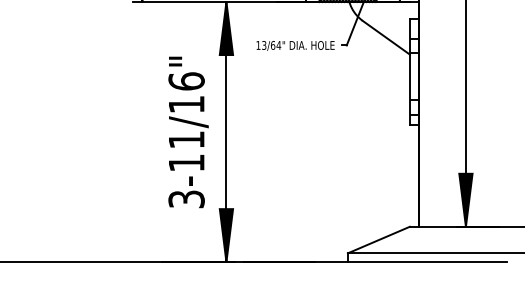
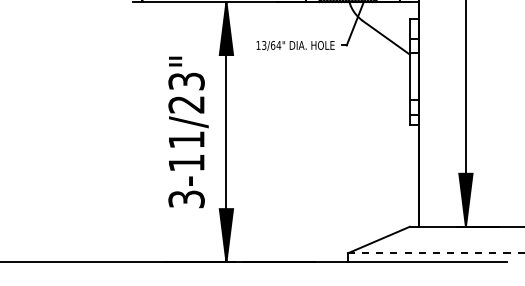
text at (186, 92): 3-11/16" -> 3-11/23"
line at (435, 253): solid -> dashed
